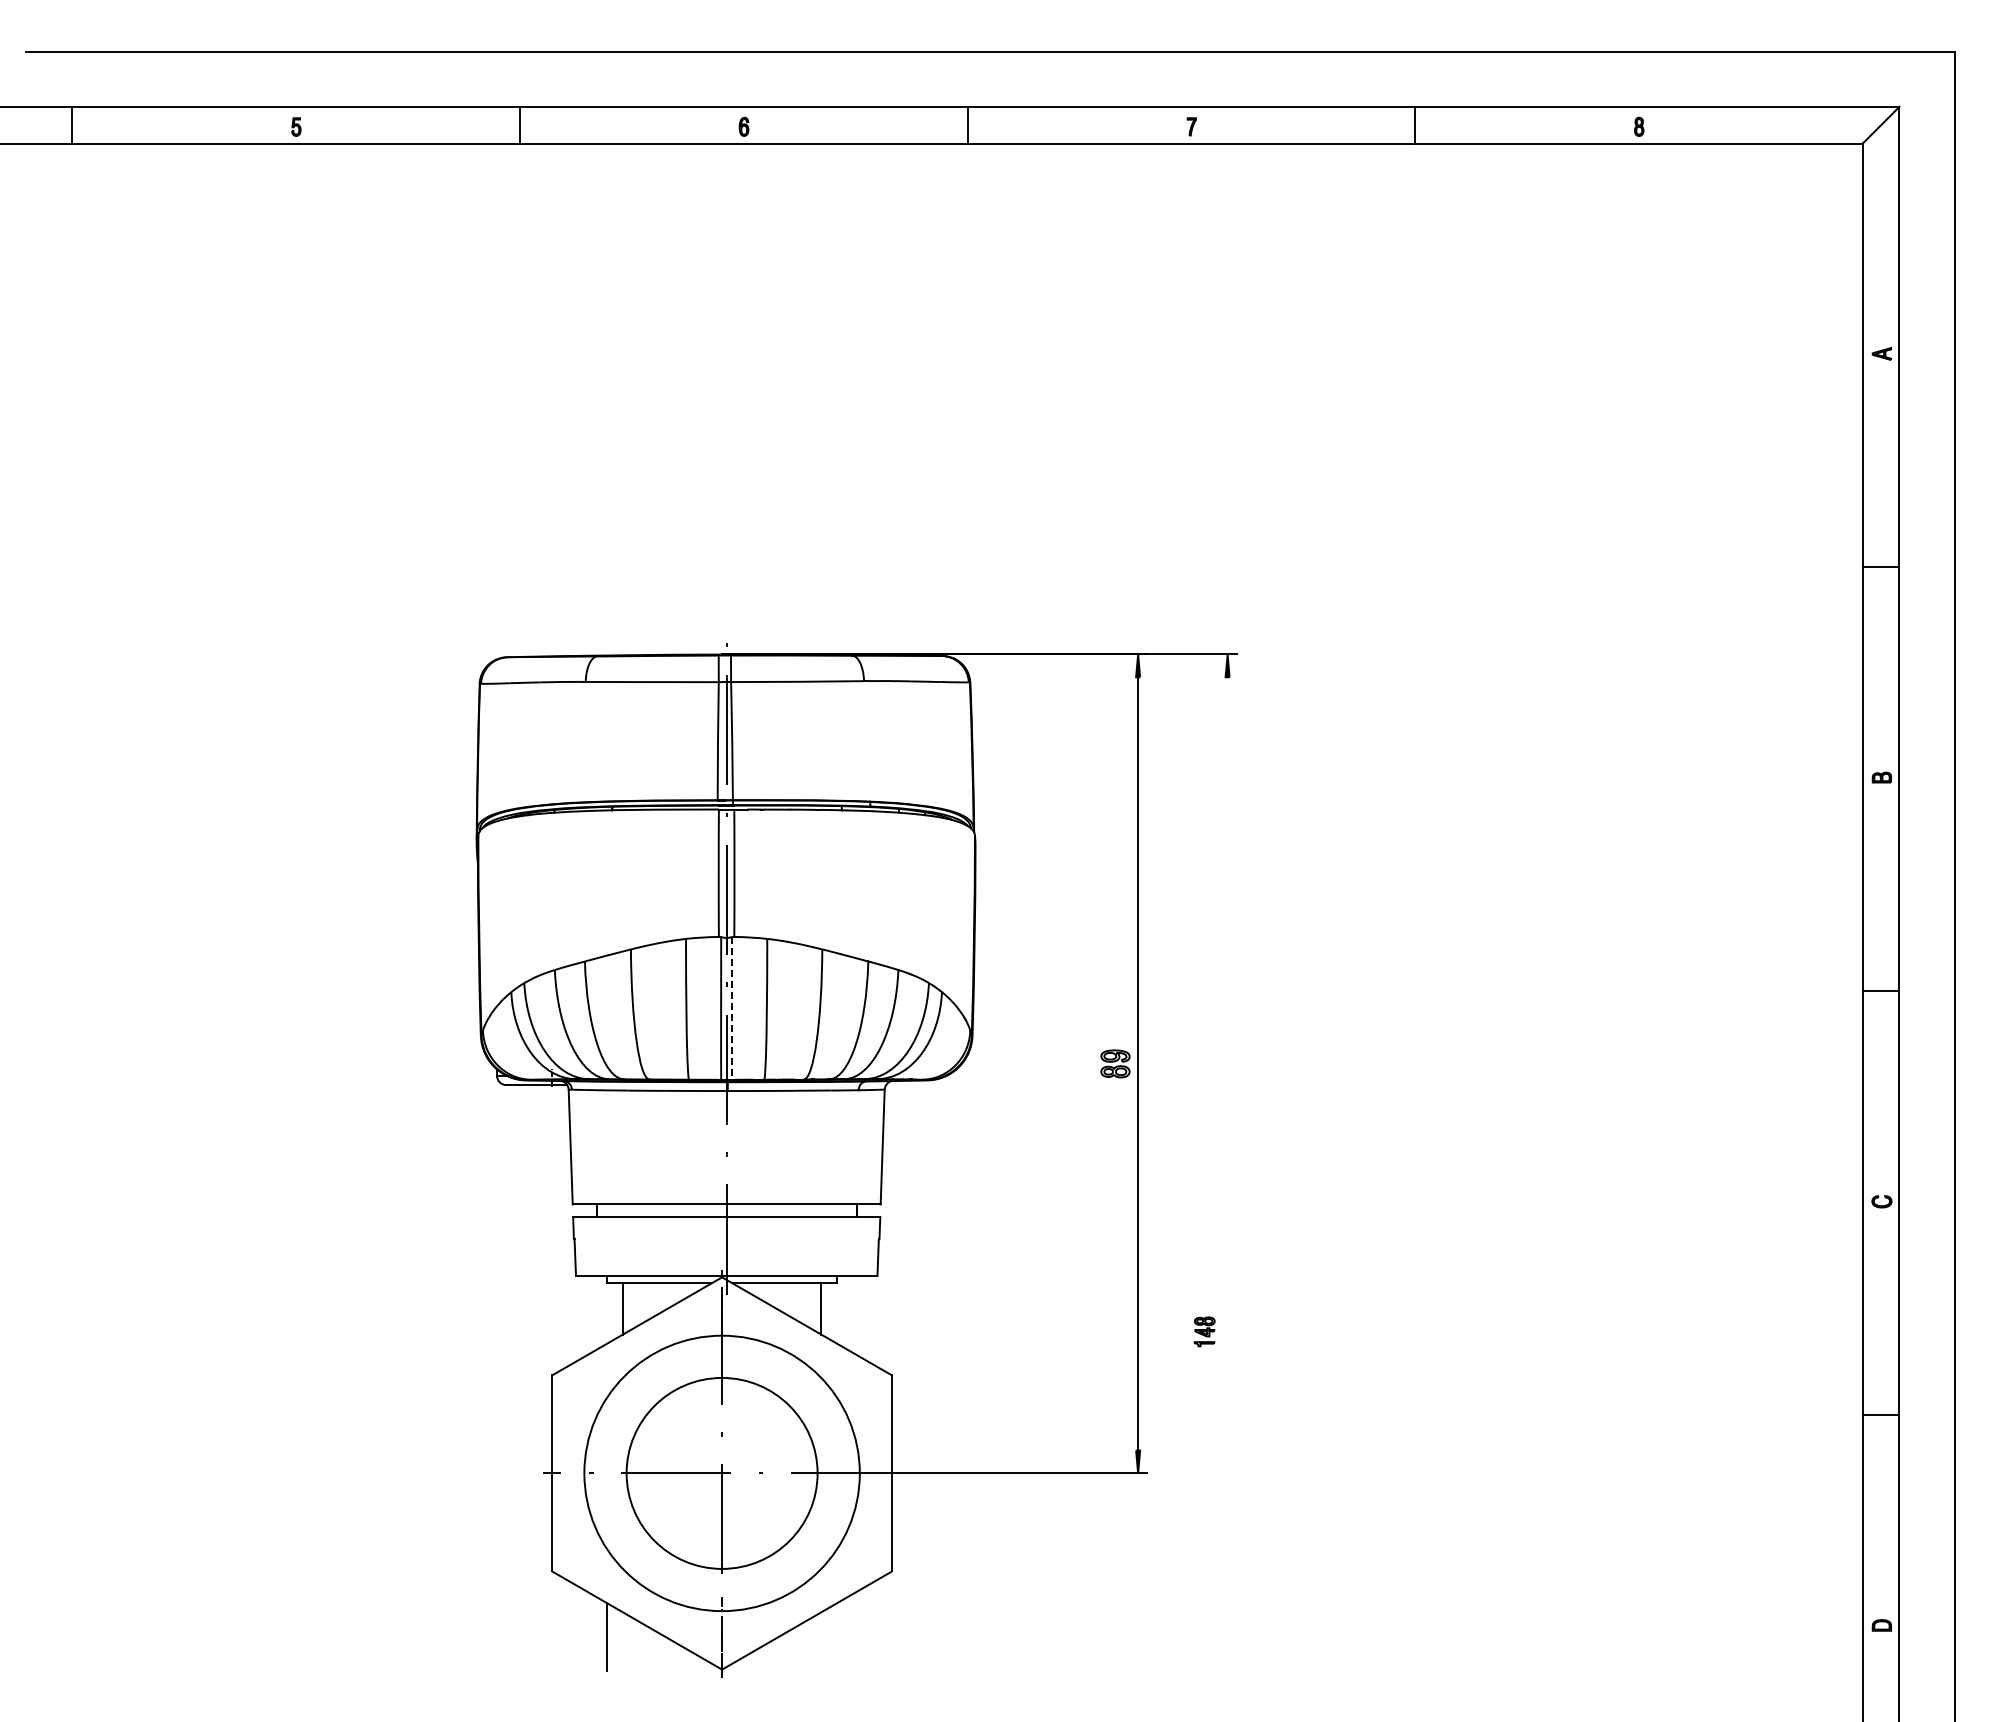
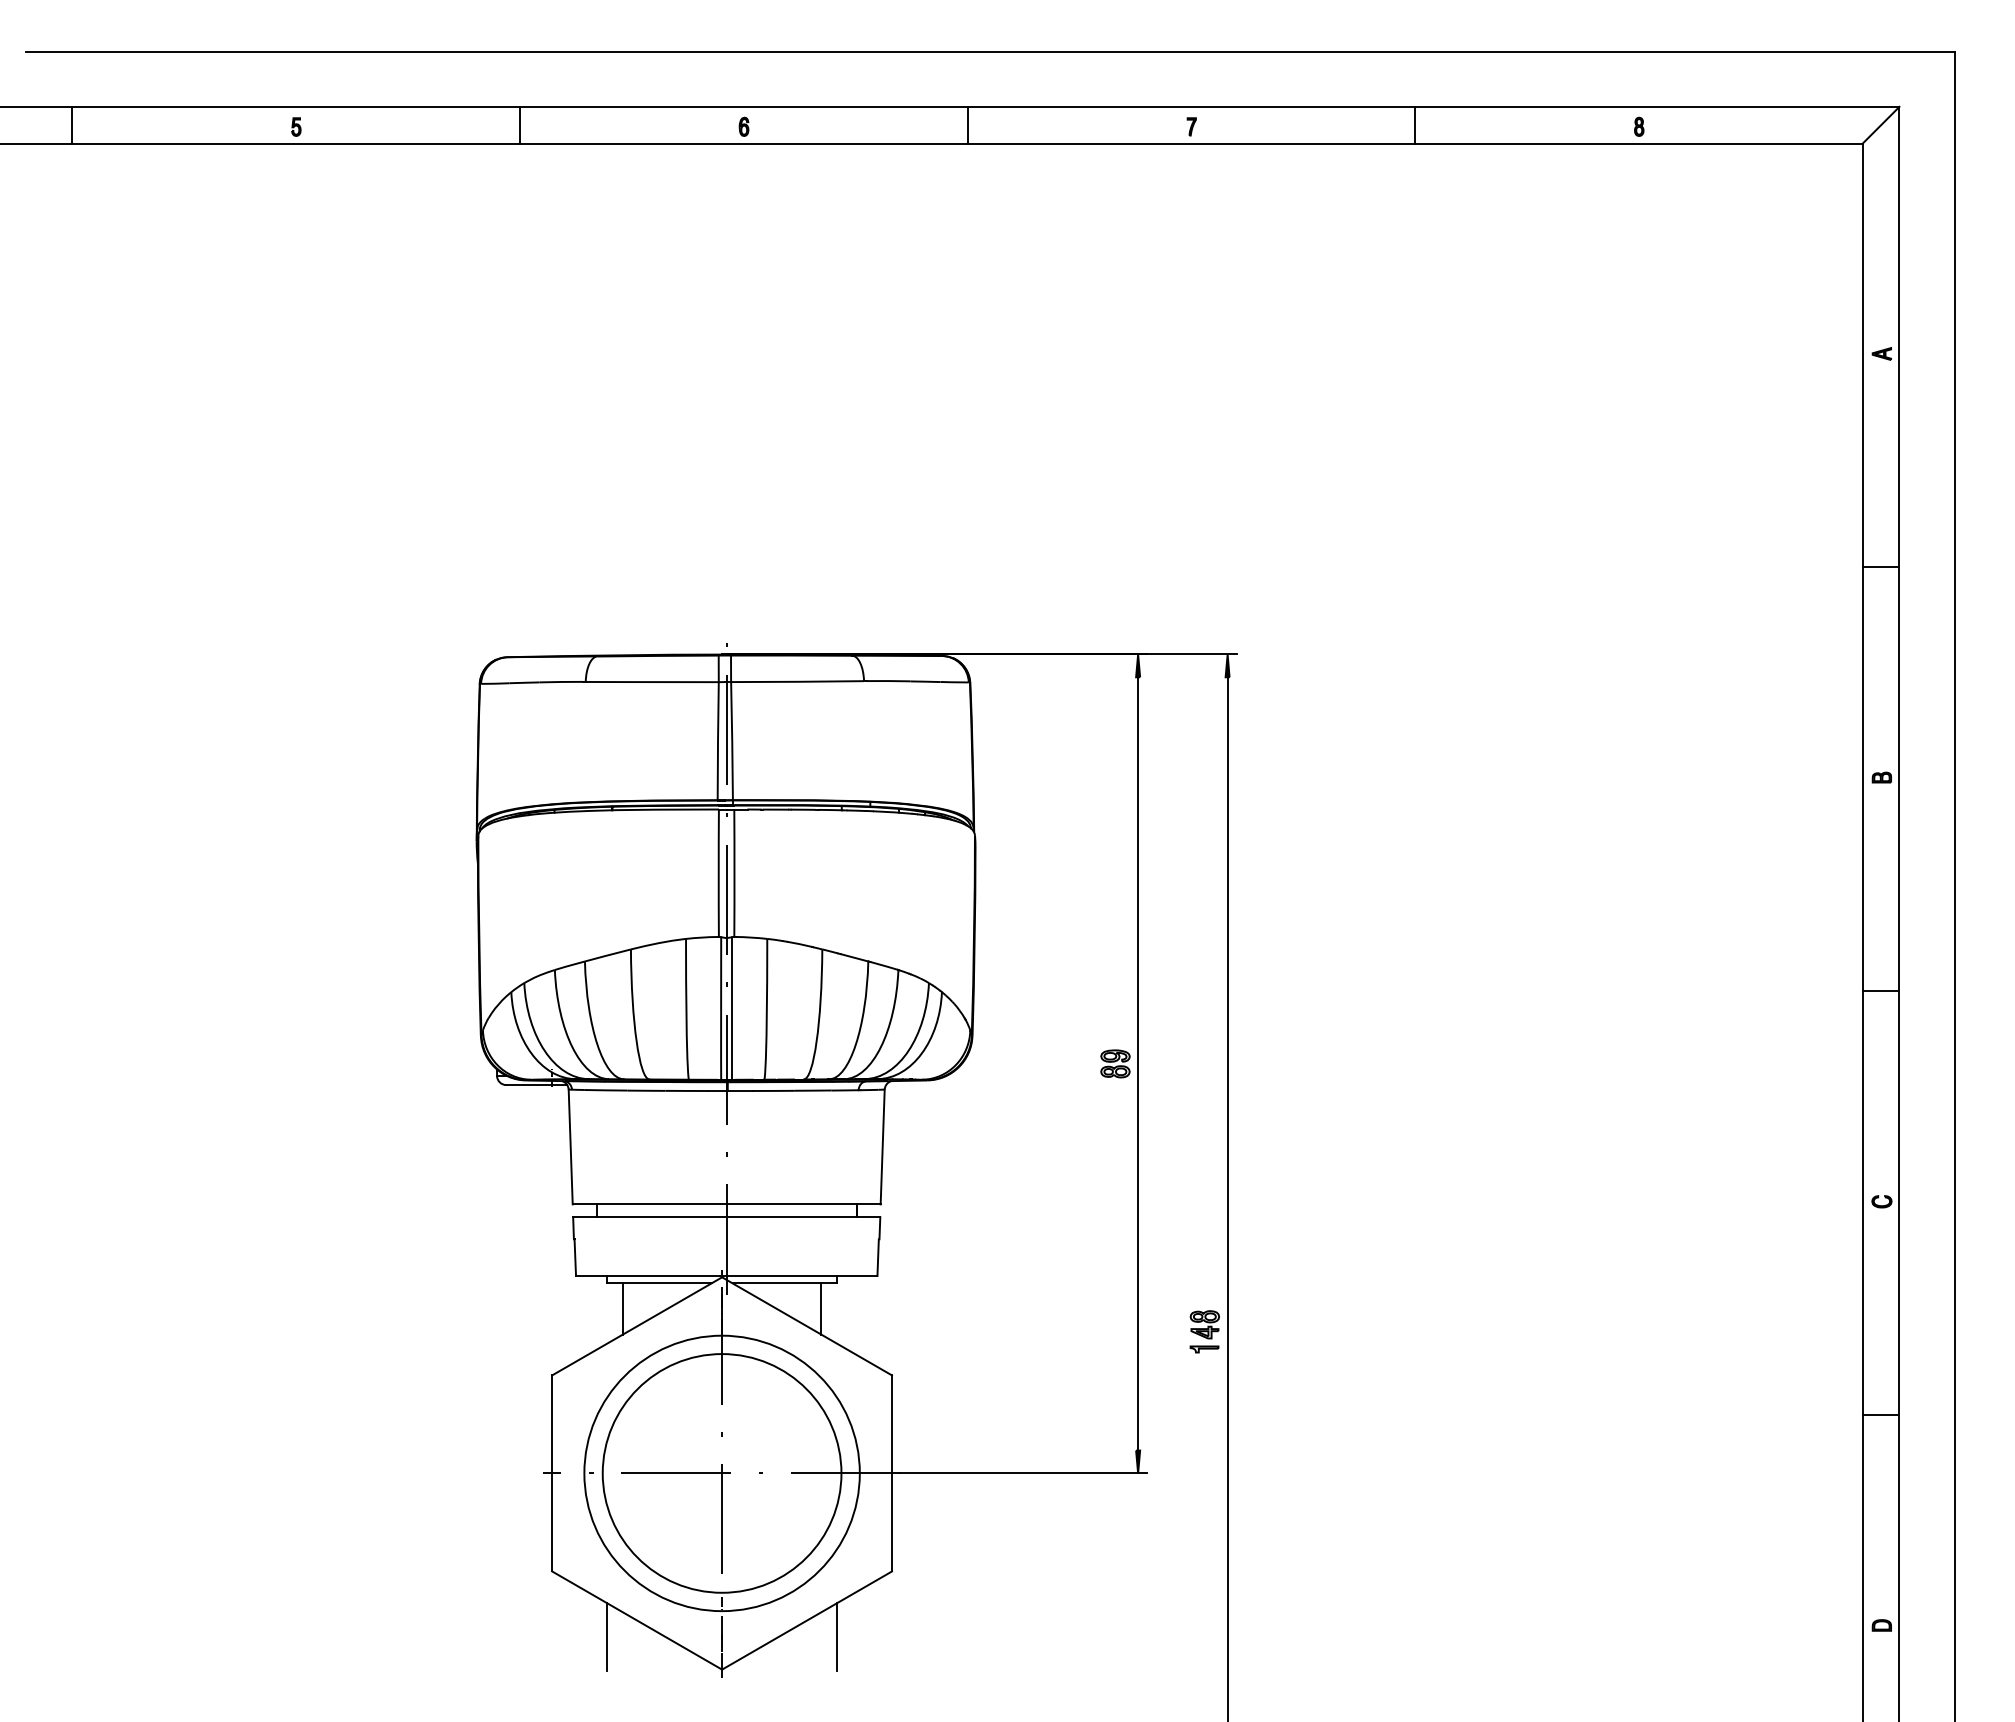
line at (732, 1009): dashed -> solid
line at (1227, 1197): none -> present
part at (1204, 1331) size: 23x32 px -> 31x44 px
circle at (721, 1472) diameter: 191 px -> 239 px
line at (836, 1636): none -> present
